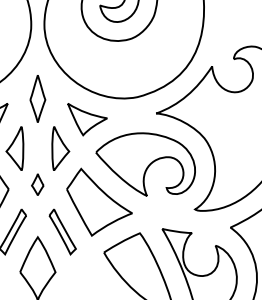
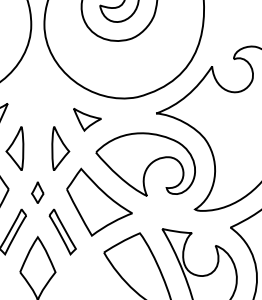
part at (37, 98): present -> none
part at (87, 119) size: 41x34 px -> 29x24 px
part at (37, 184) position: (37, 184) -> (37, 192)
